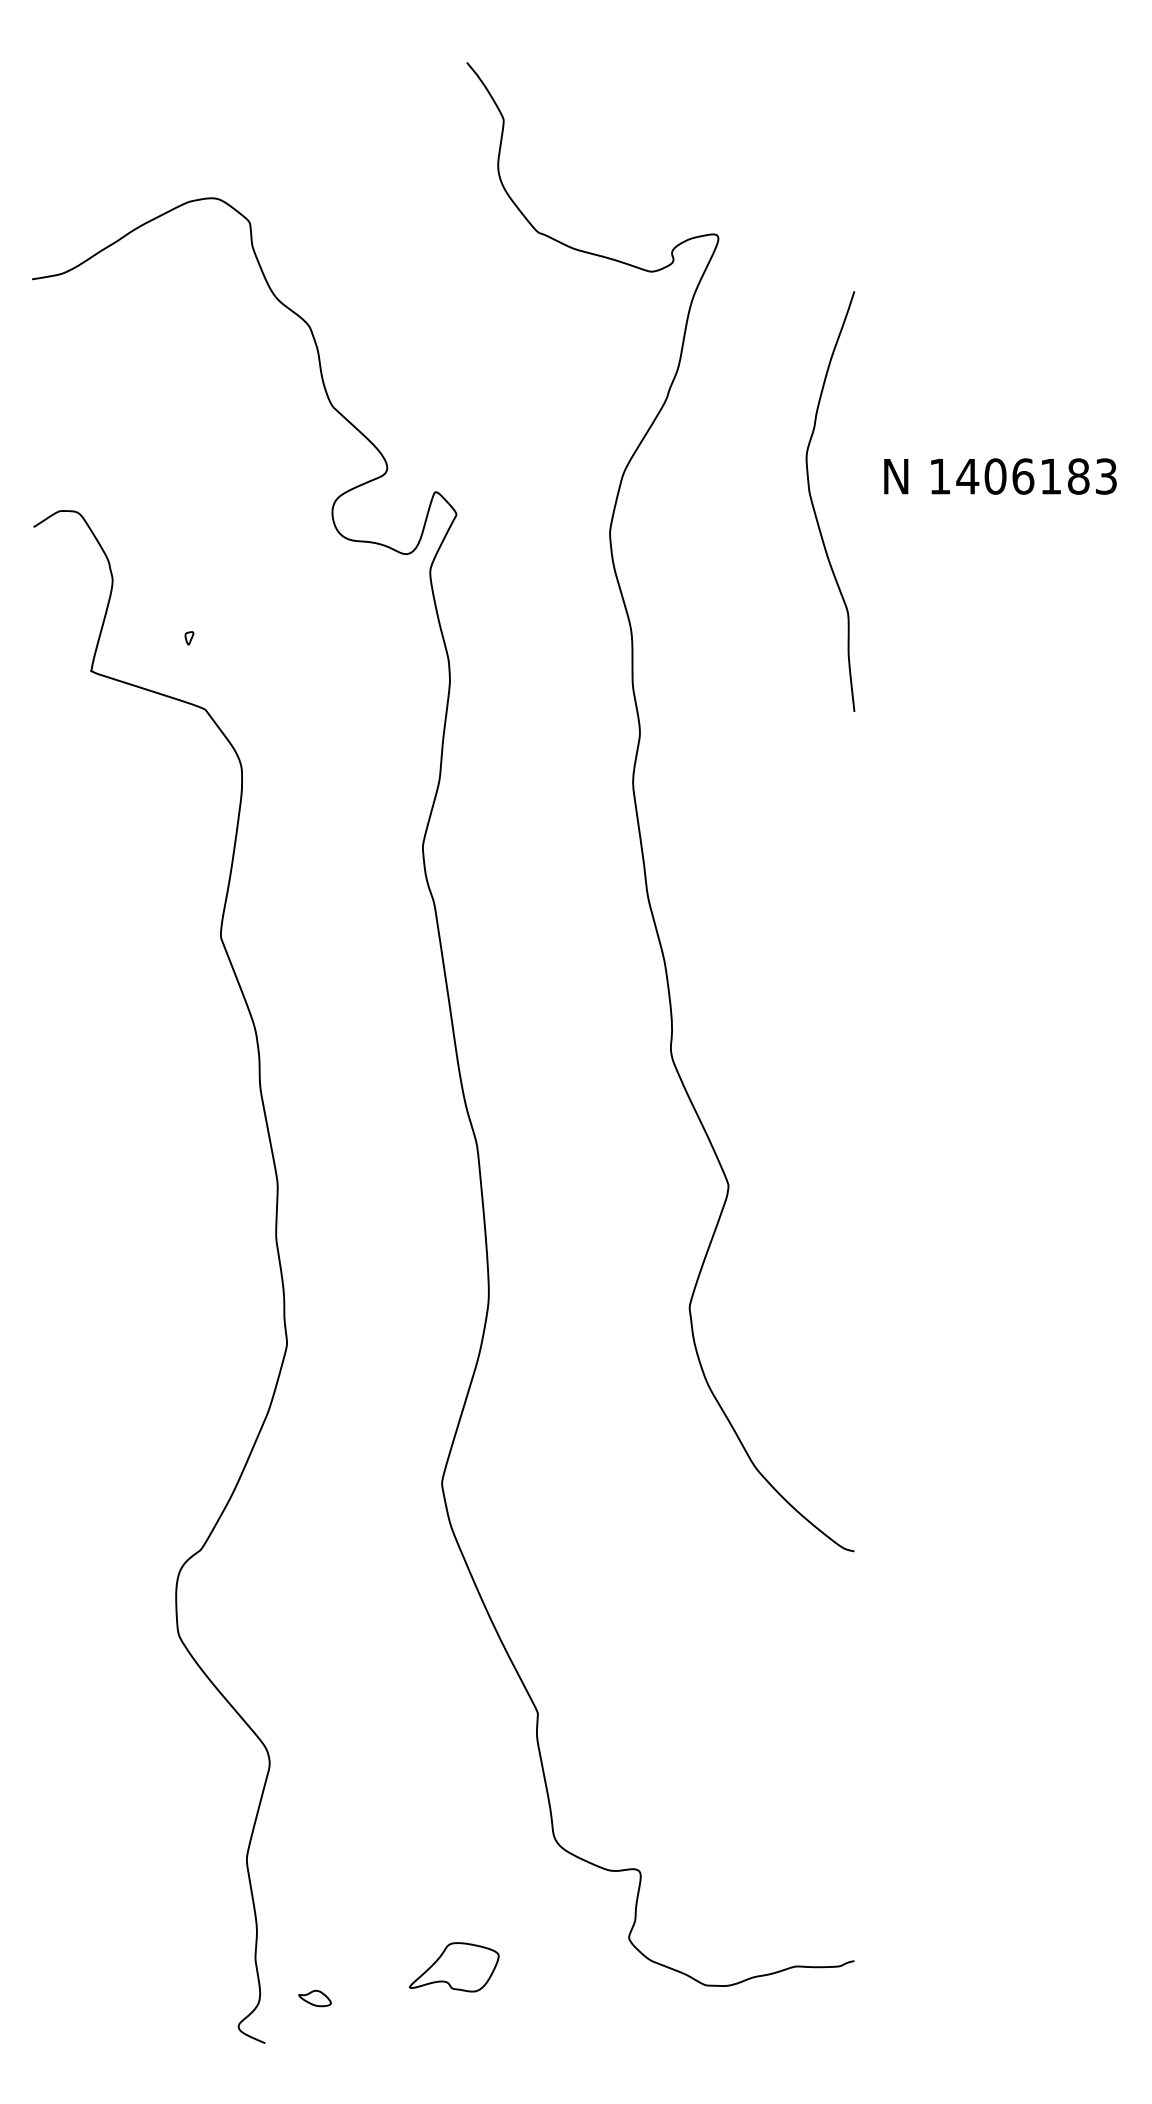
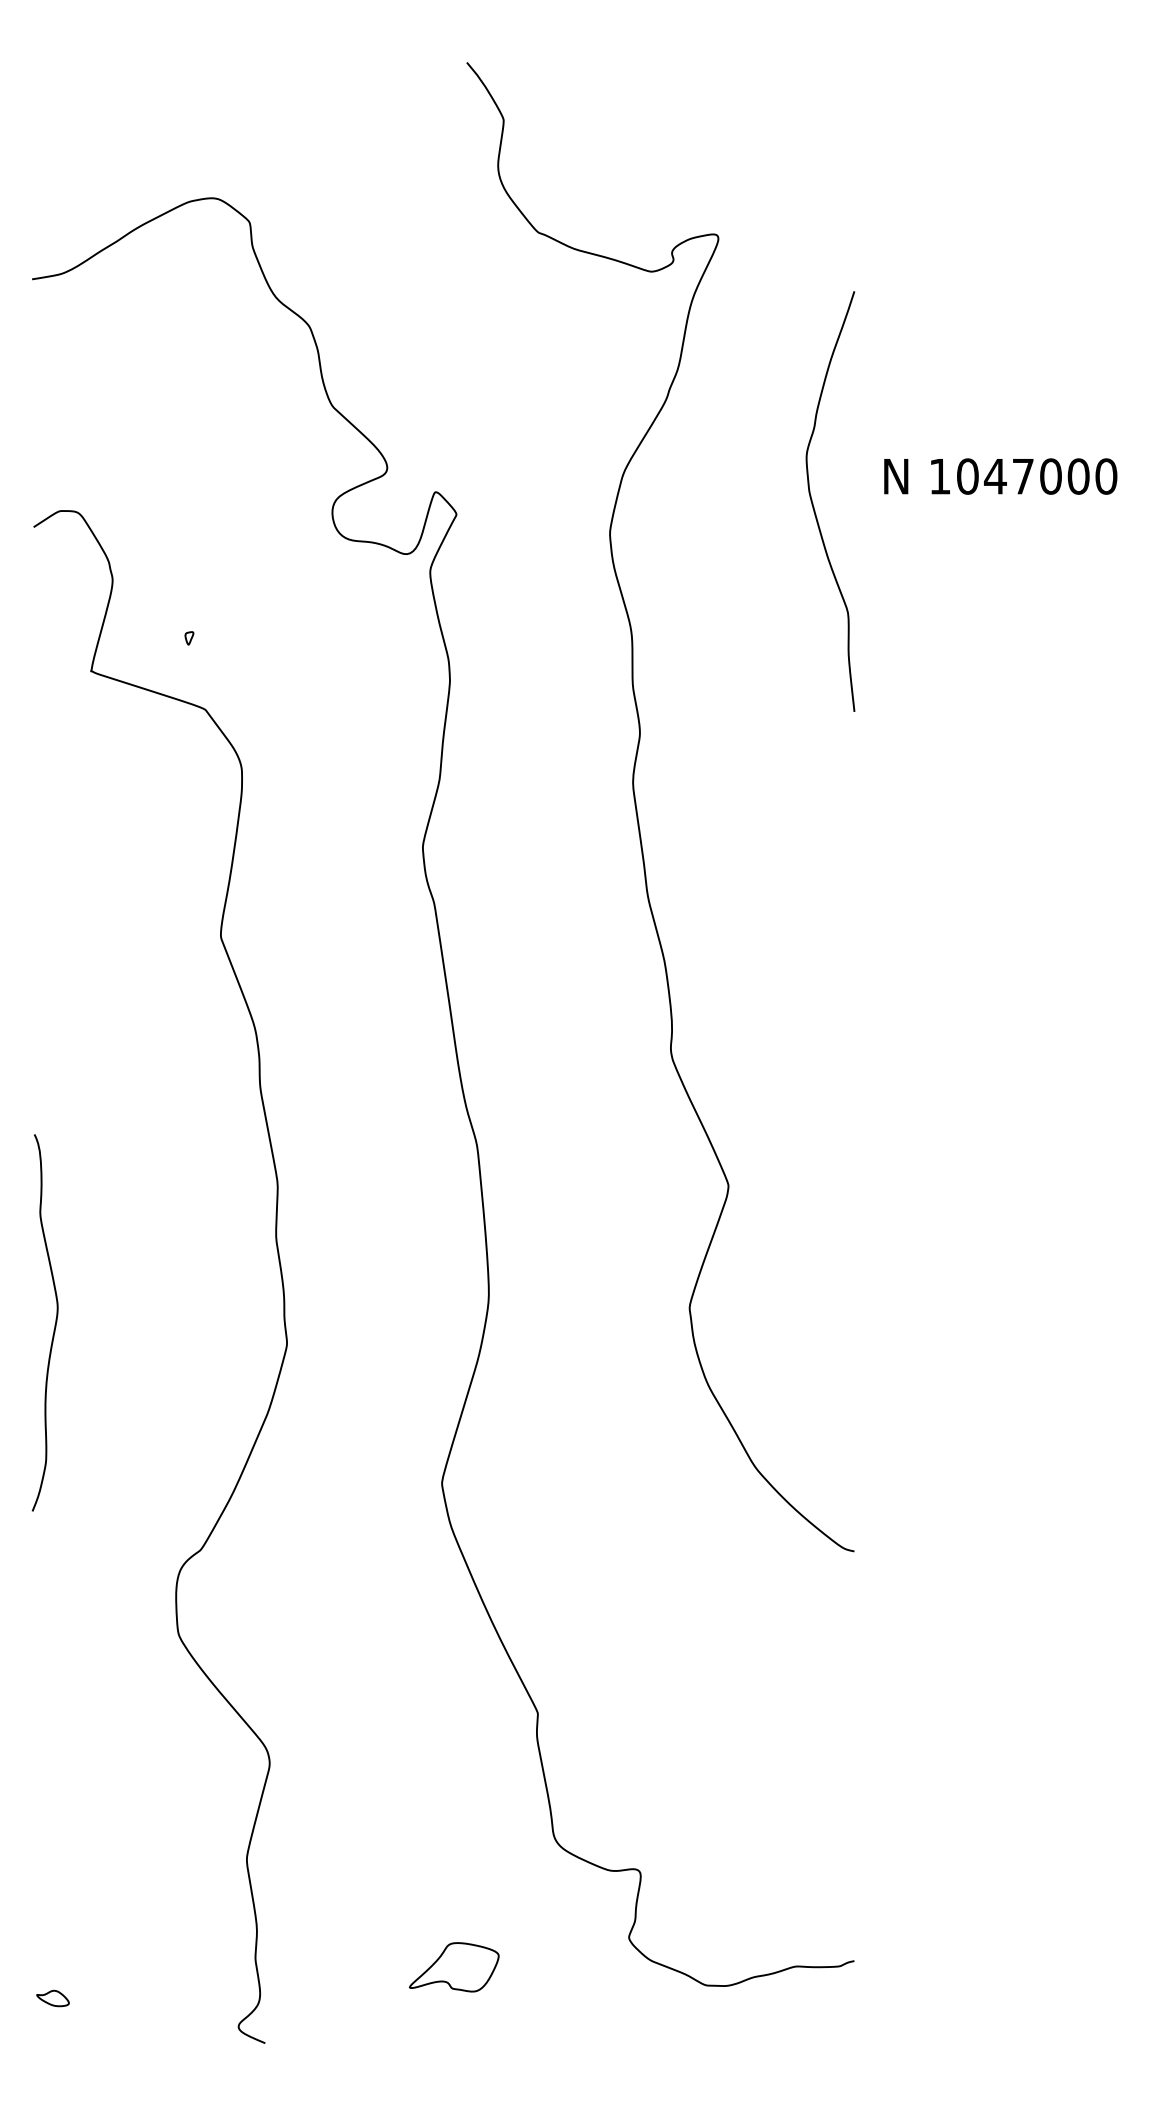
text at (1036, 476): 1406183 -> 1047000
curve at (54, 1324): none -> present
part at (314, 1998) position: (314, 1998) -> (52, 1998)
